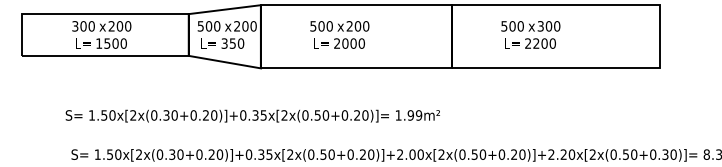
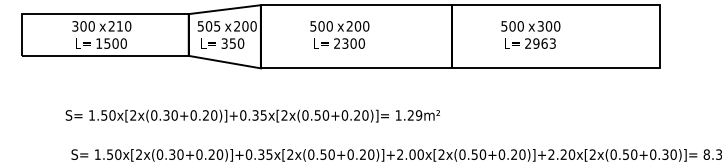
text at (119, 26): 200 -> 210
text at (217, 26): 500 -> 505
text at (345, 43): 2000 -> 2300
text at (544, 43): 2200 -> 2963
text at (410, 115): 1.99m² -> 1.29m²
